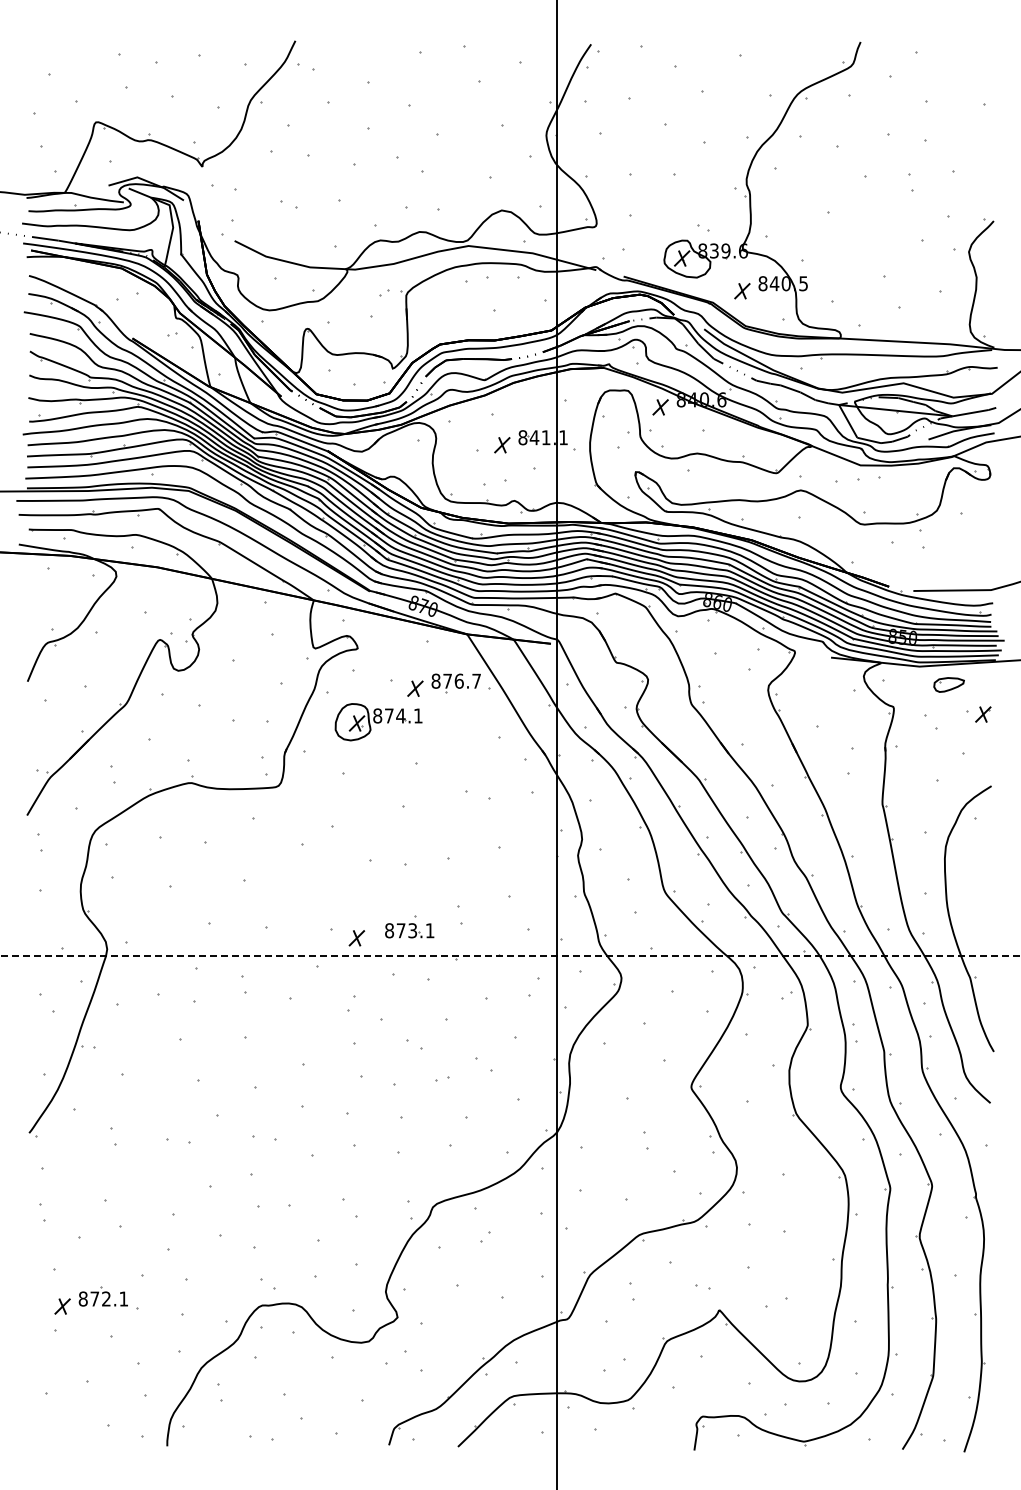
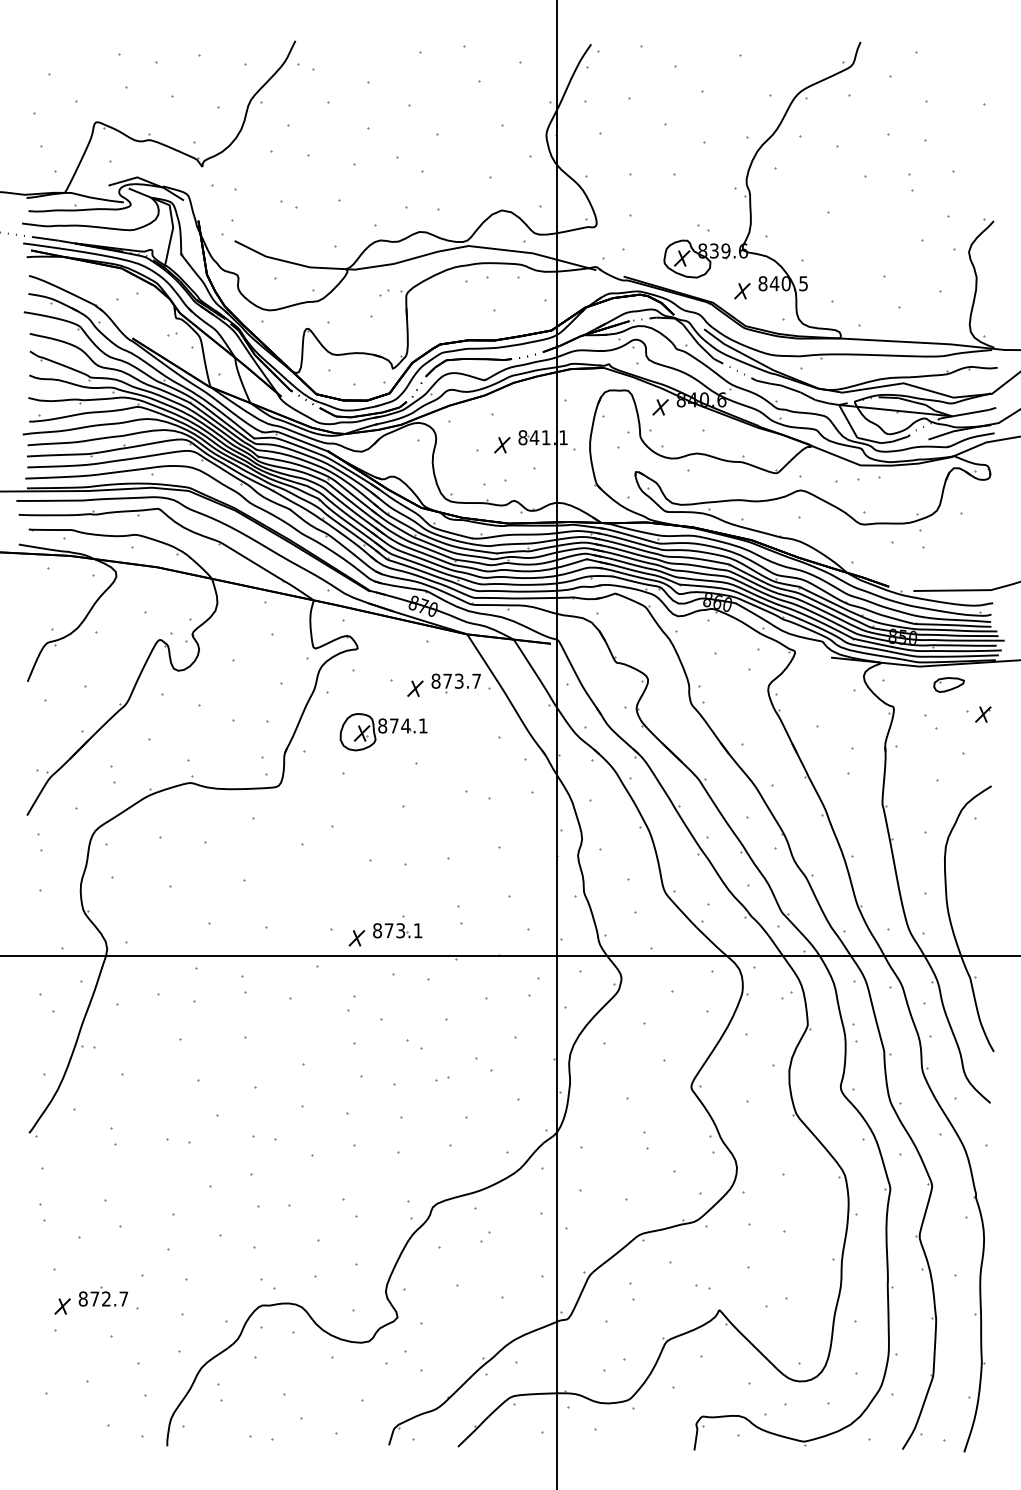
text at (458, 680): 876.7 -> 873.7
part at (378, 722) position: (378, 722) -> (383, 732)
part at (409, 926) position: (409, 926) -> (397, 926)
line at (510, 956): dashed -> solid
text at (123, 1298): 872.1 -> 872.7
